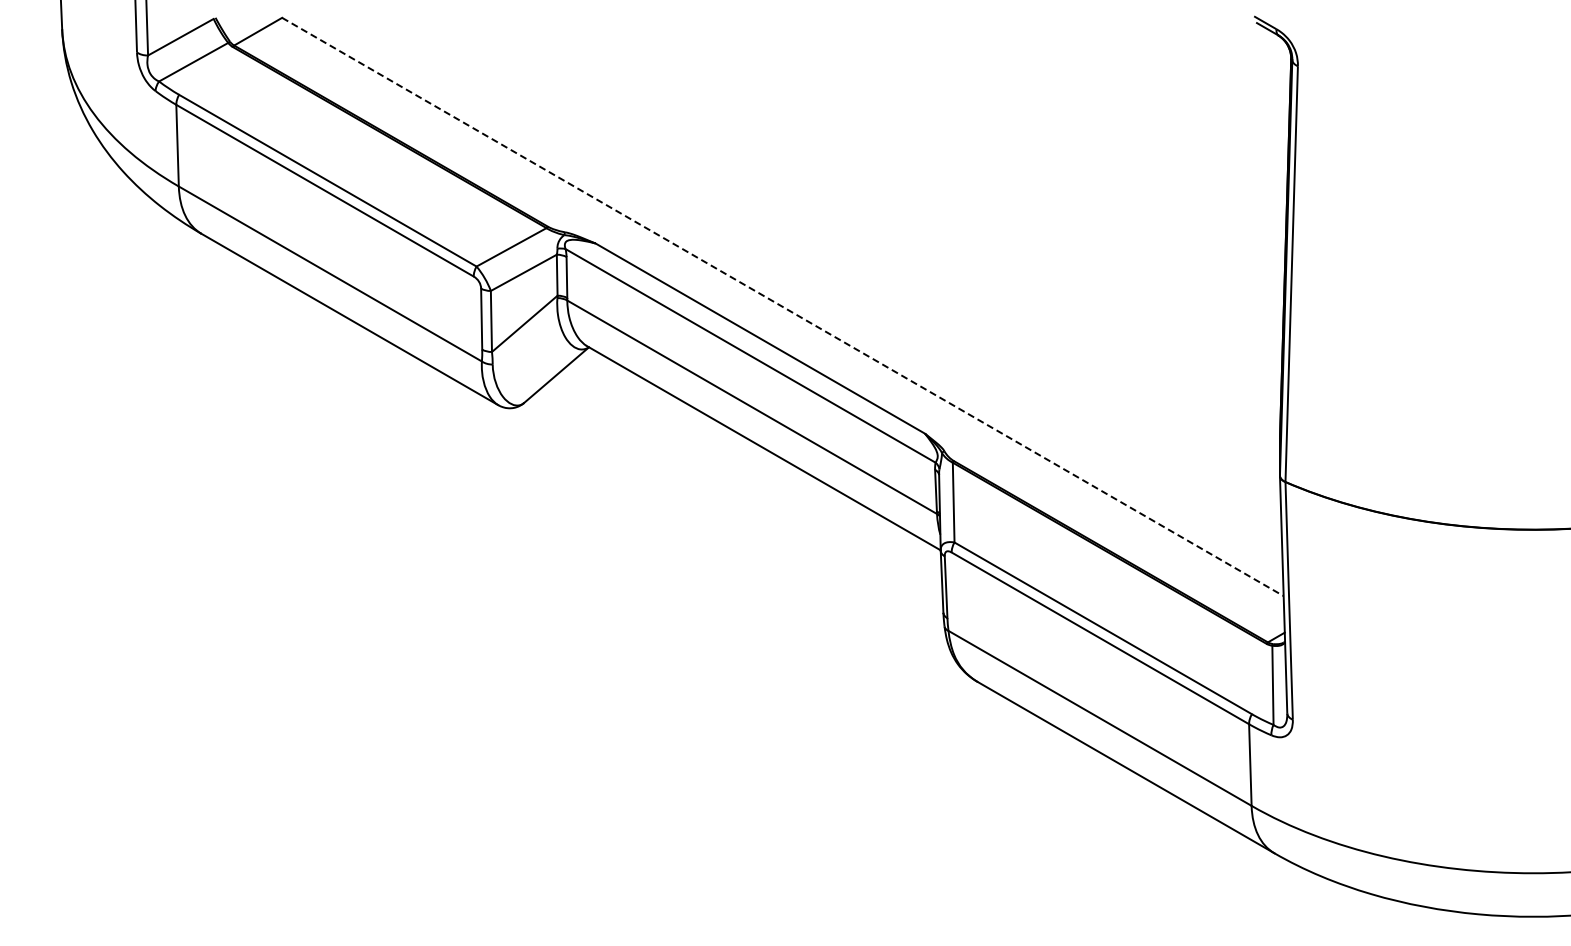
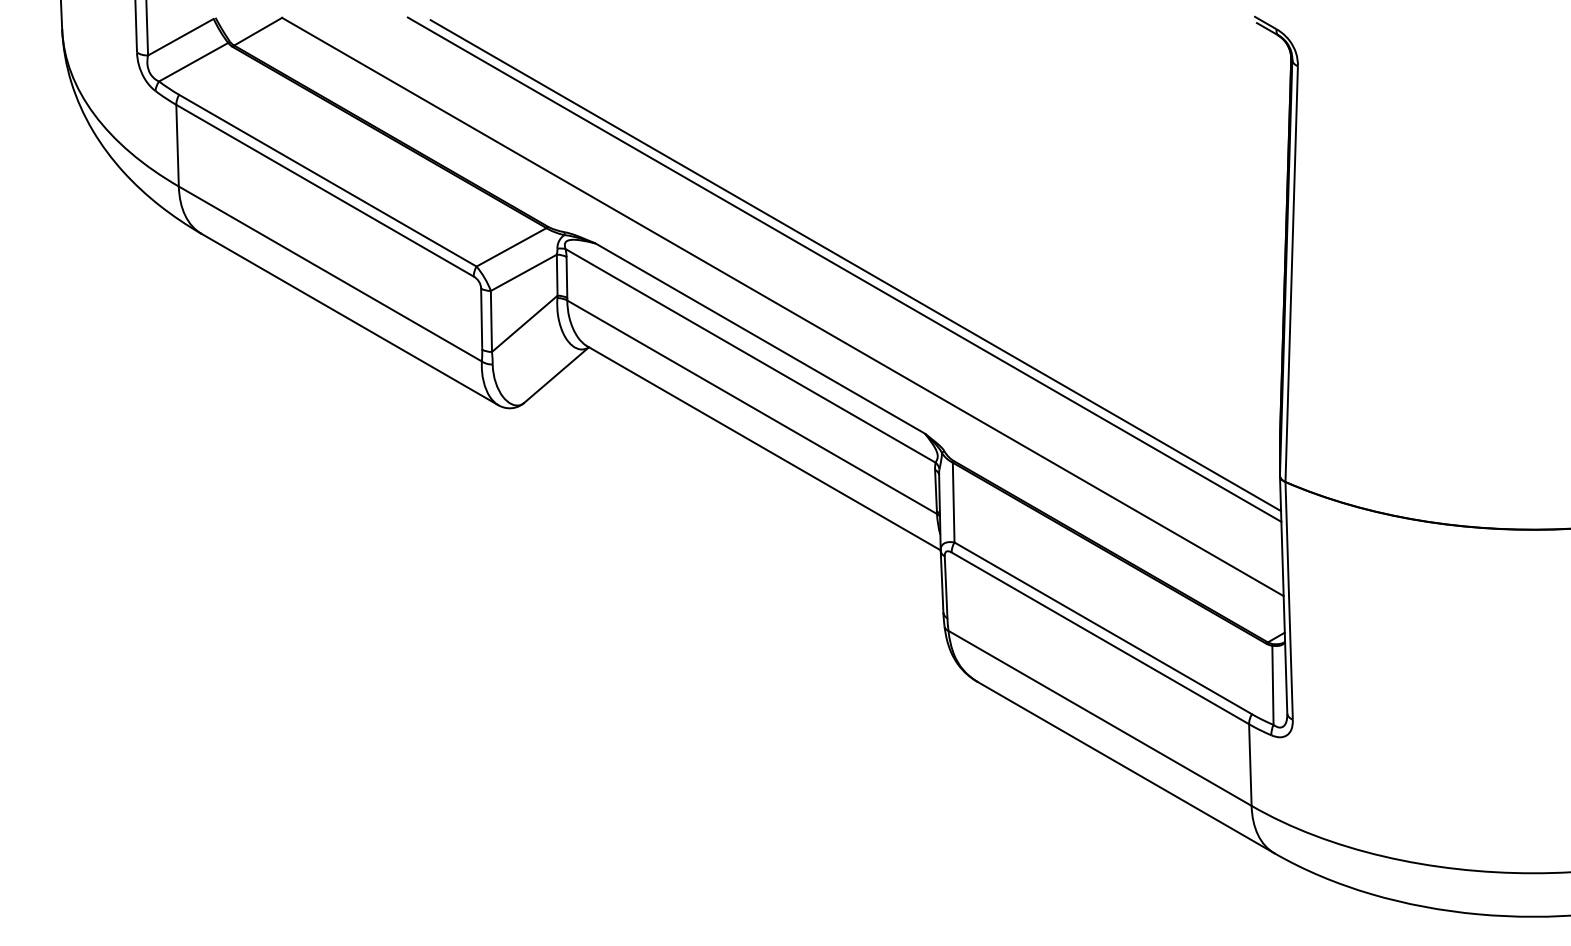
line at (855, 265): none -> present
line at (844, 269): none -> present
line at (783, 307): dashed -> solid
